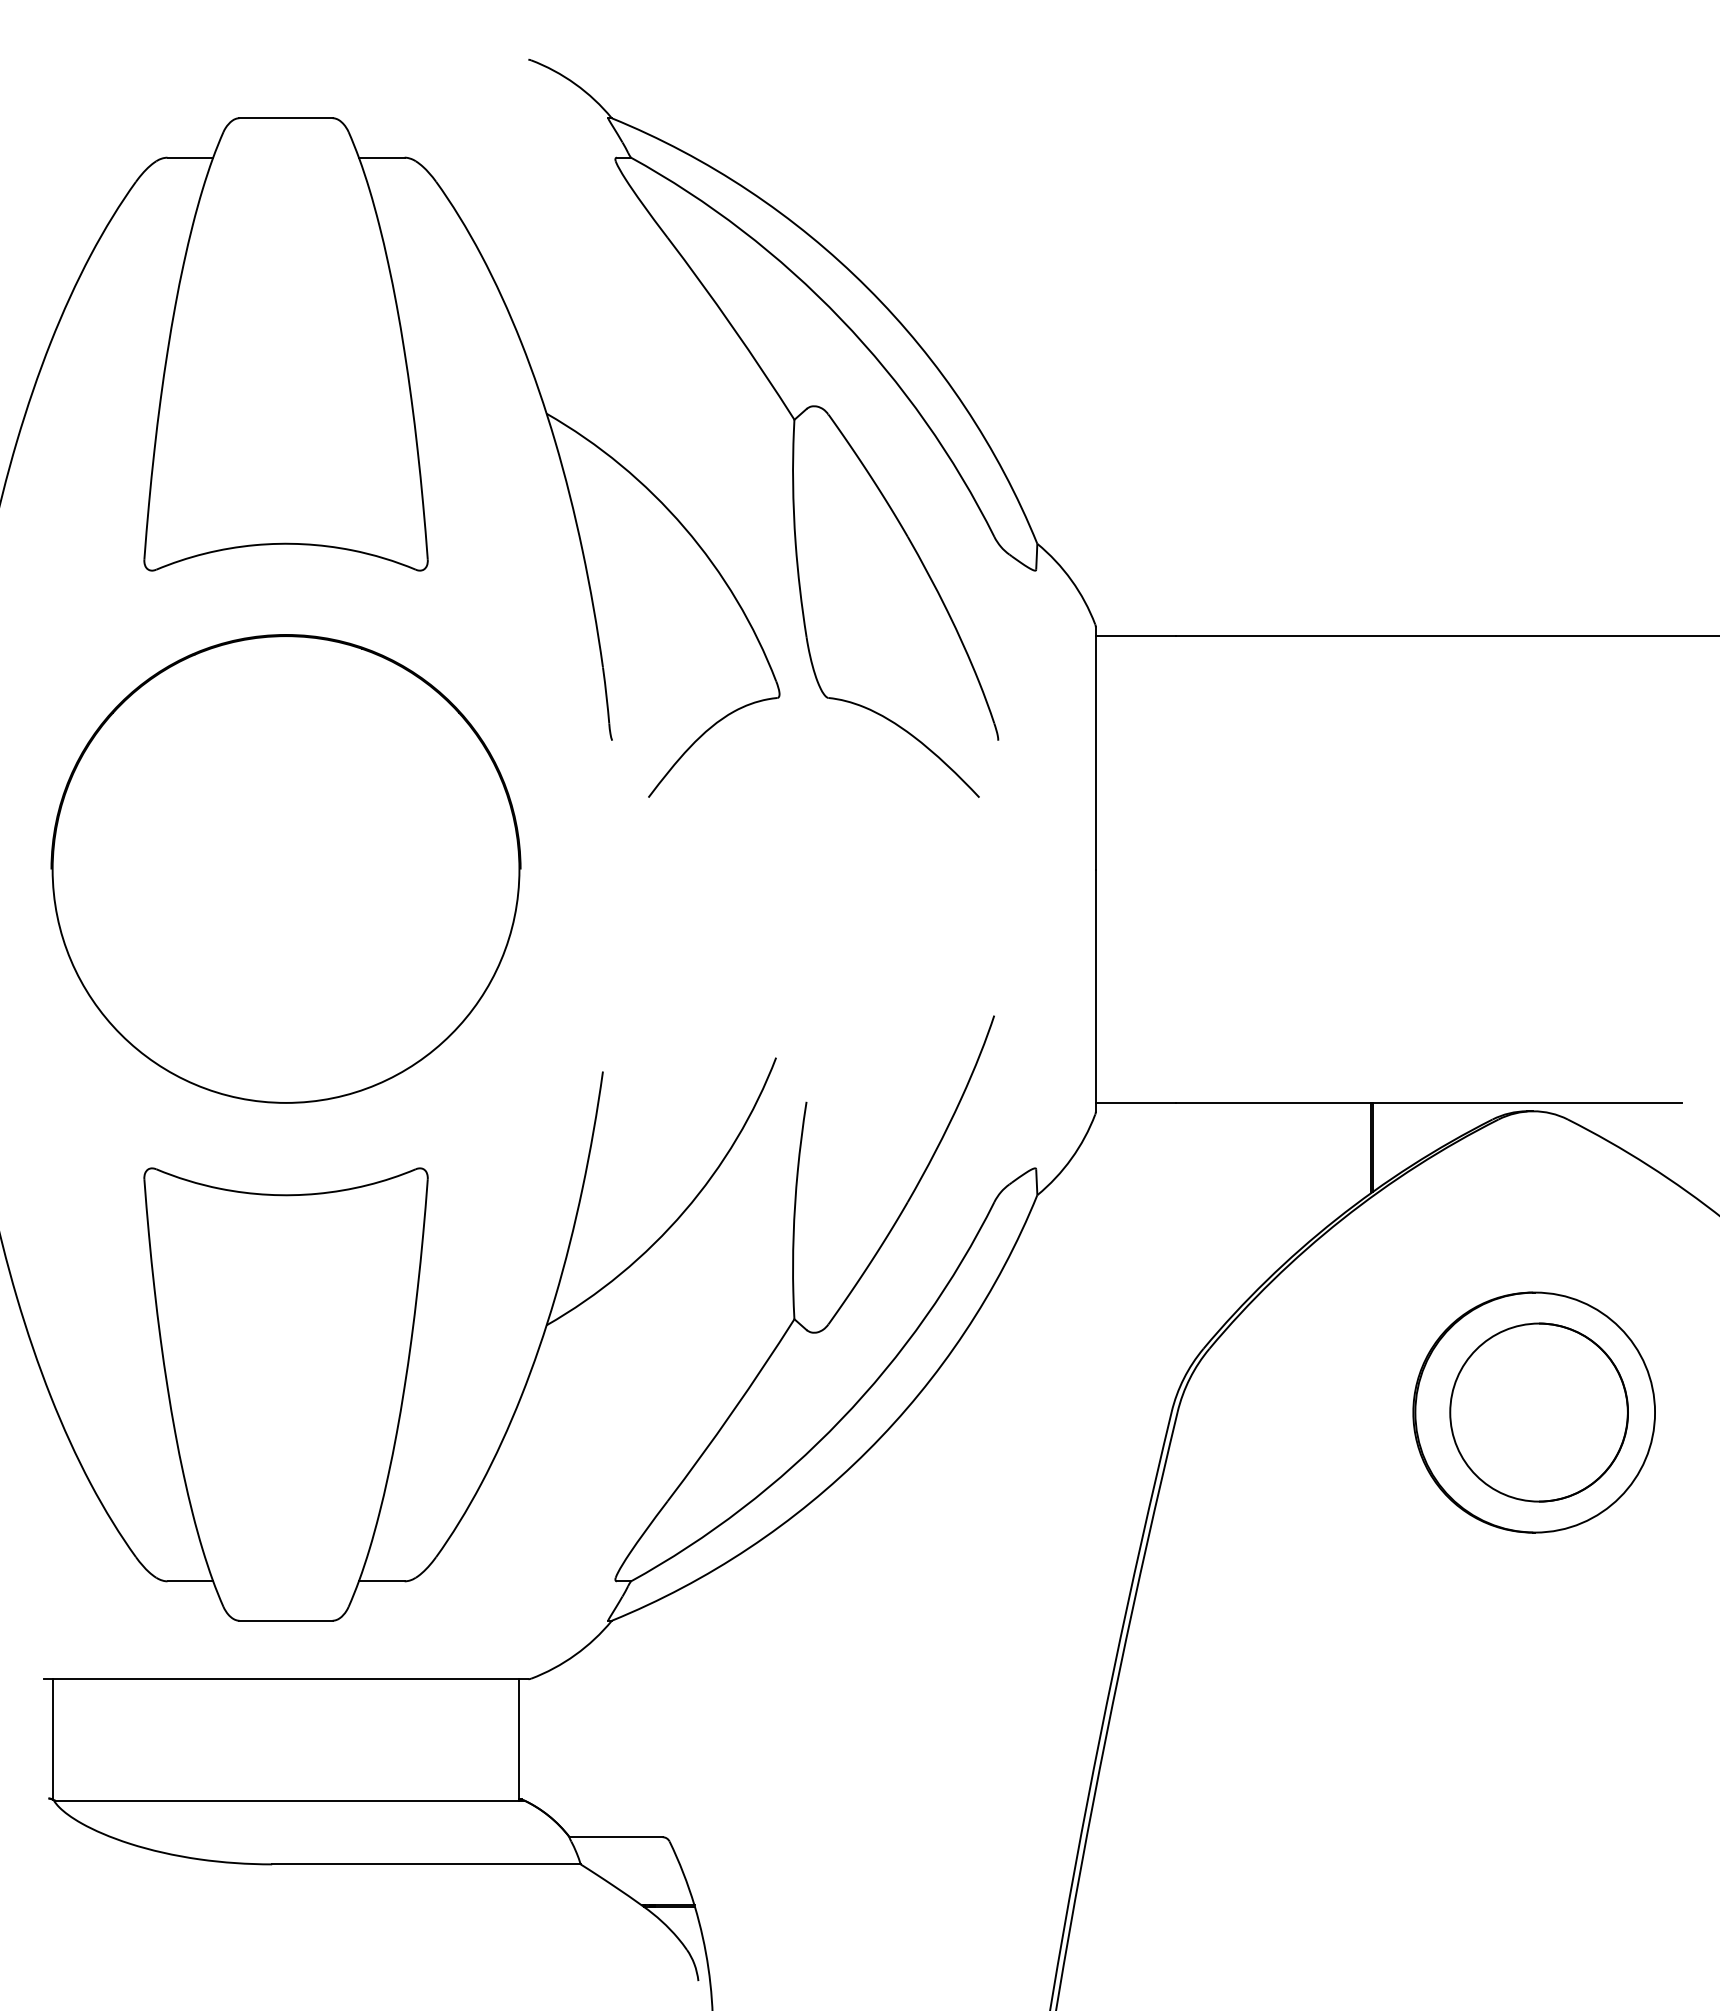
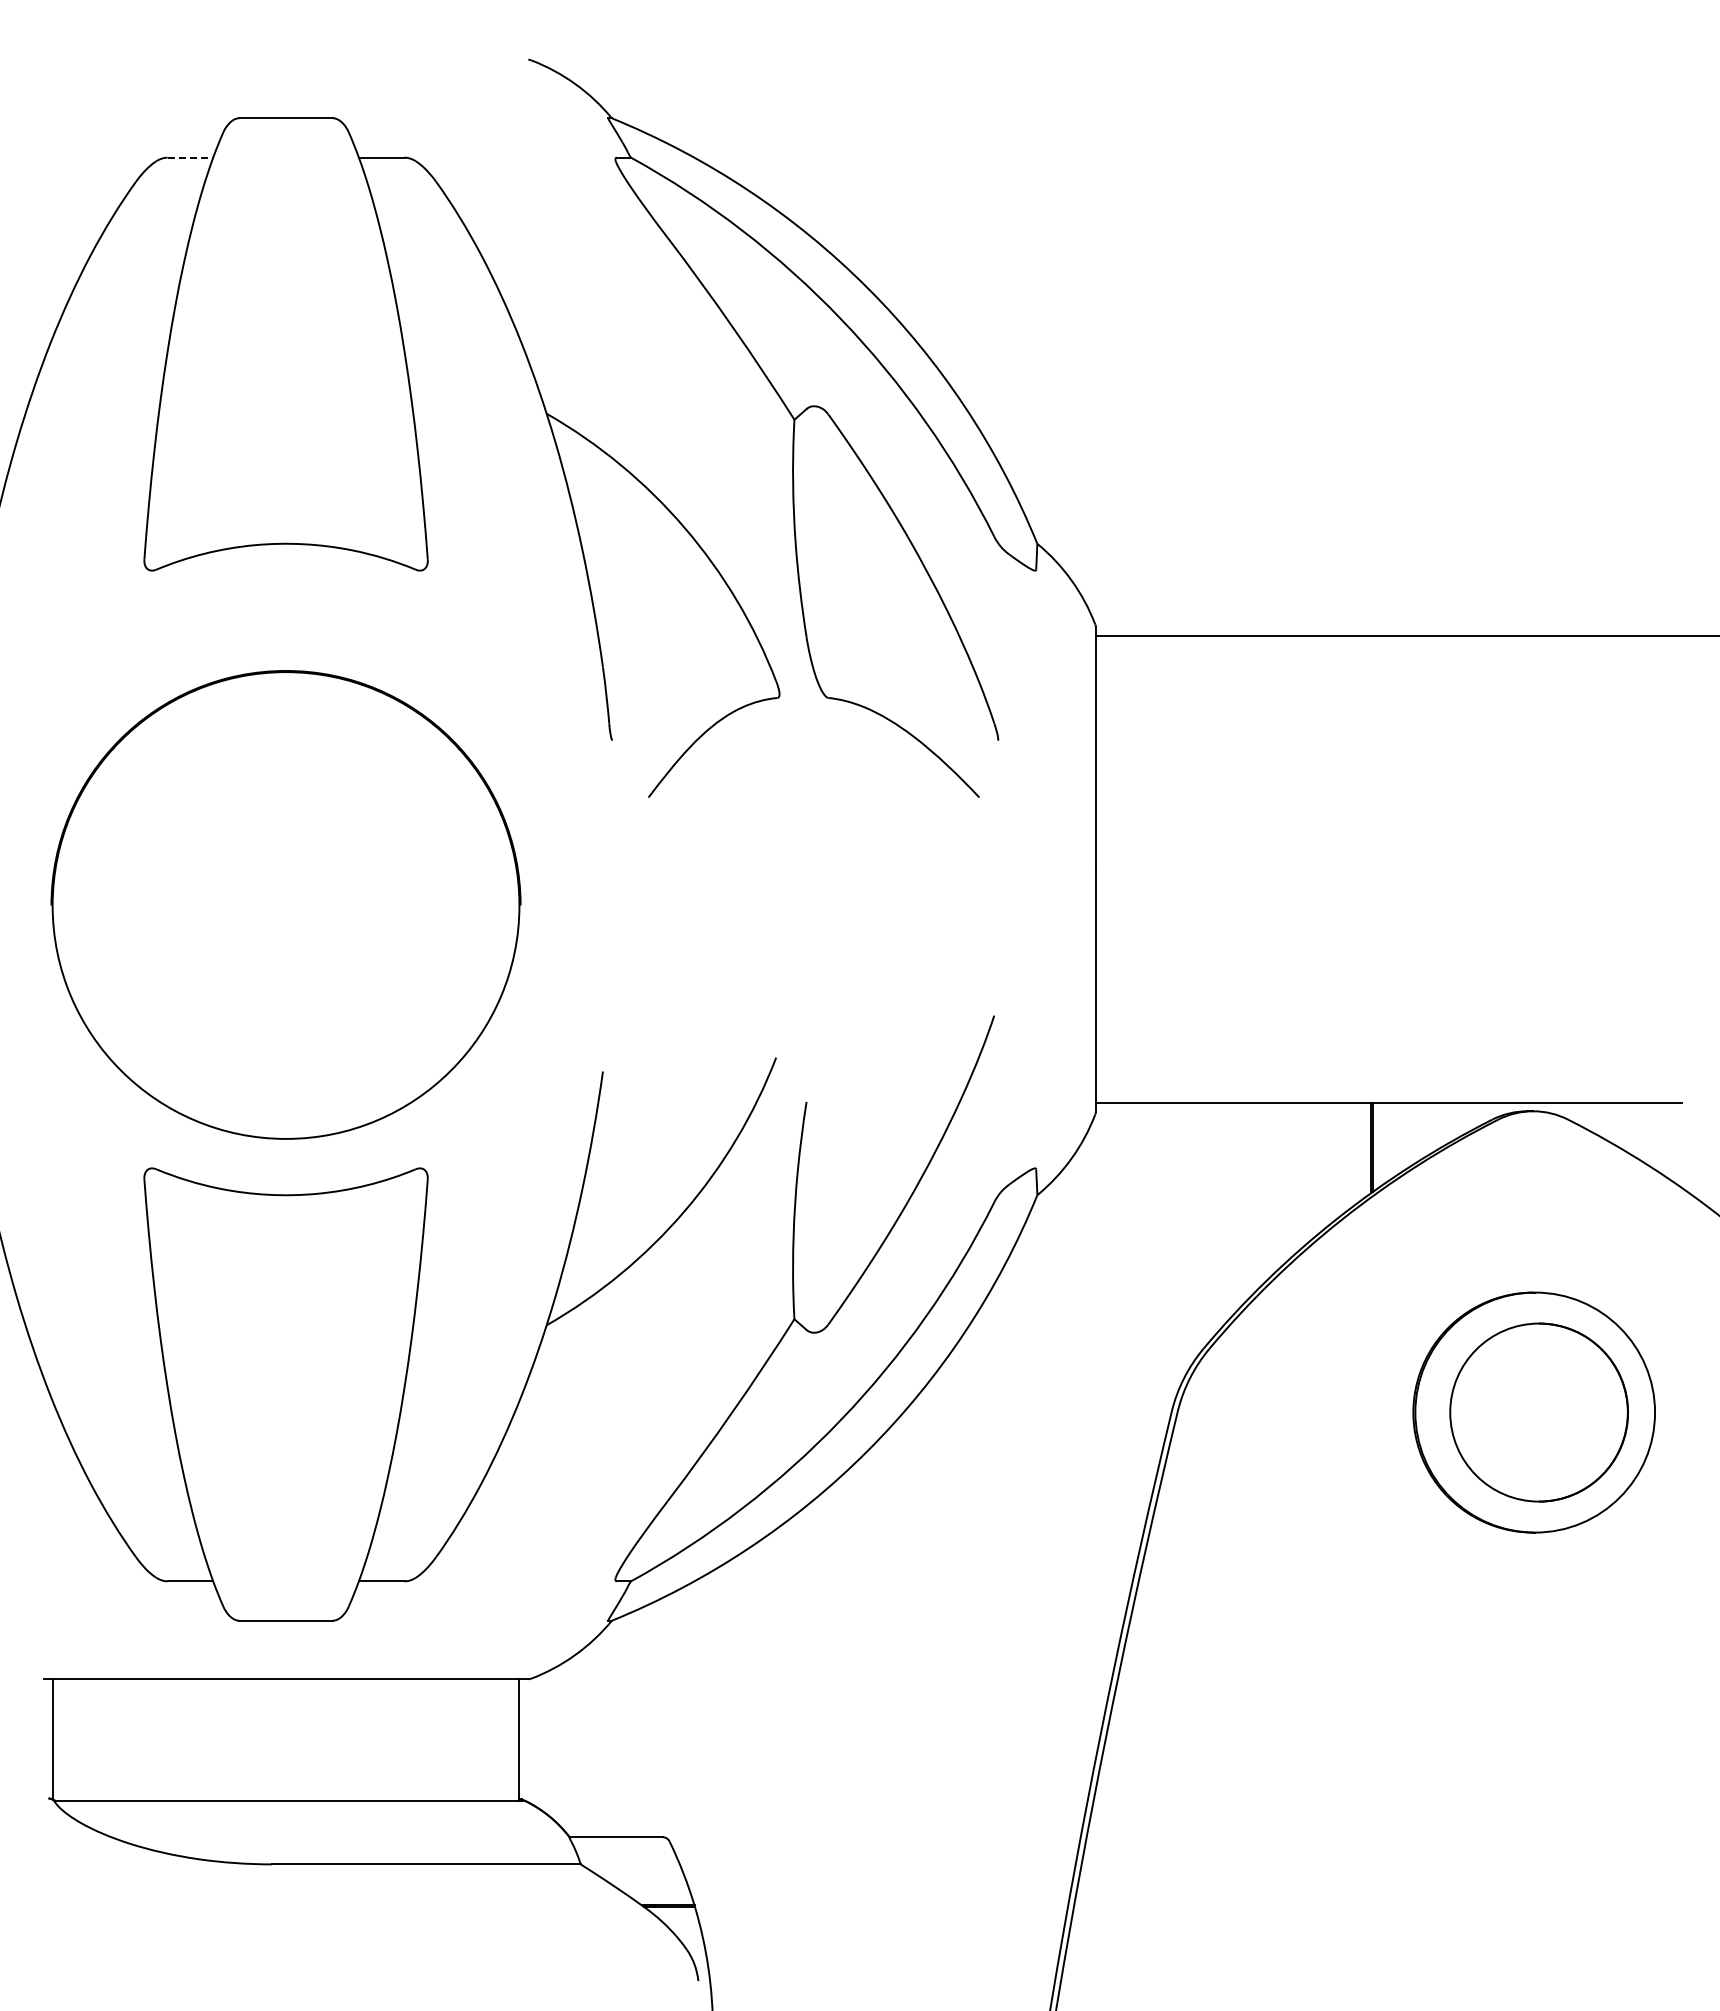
line at (190, 157): solid -> dashed
part at (285, 868) position: (285, 868) -> (285, 904)
